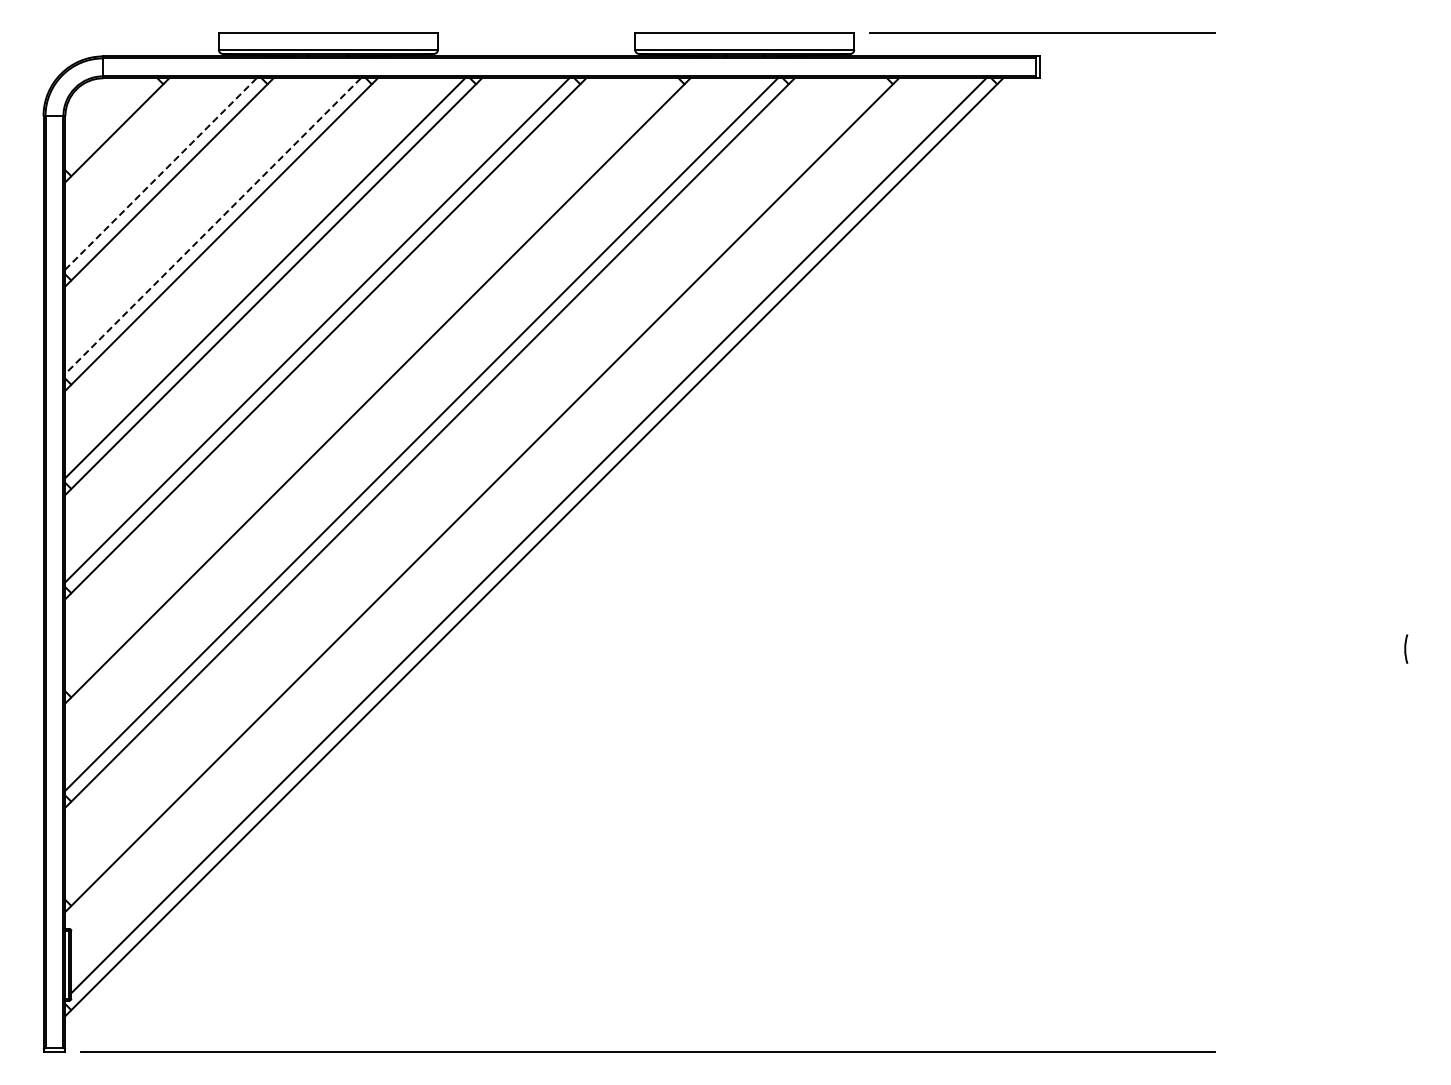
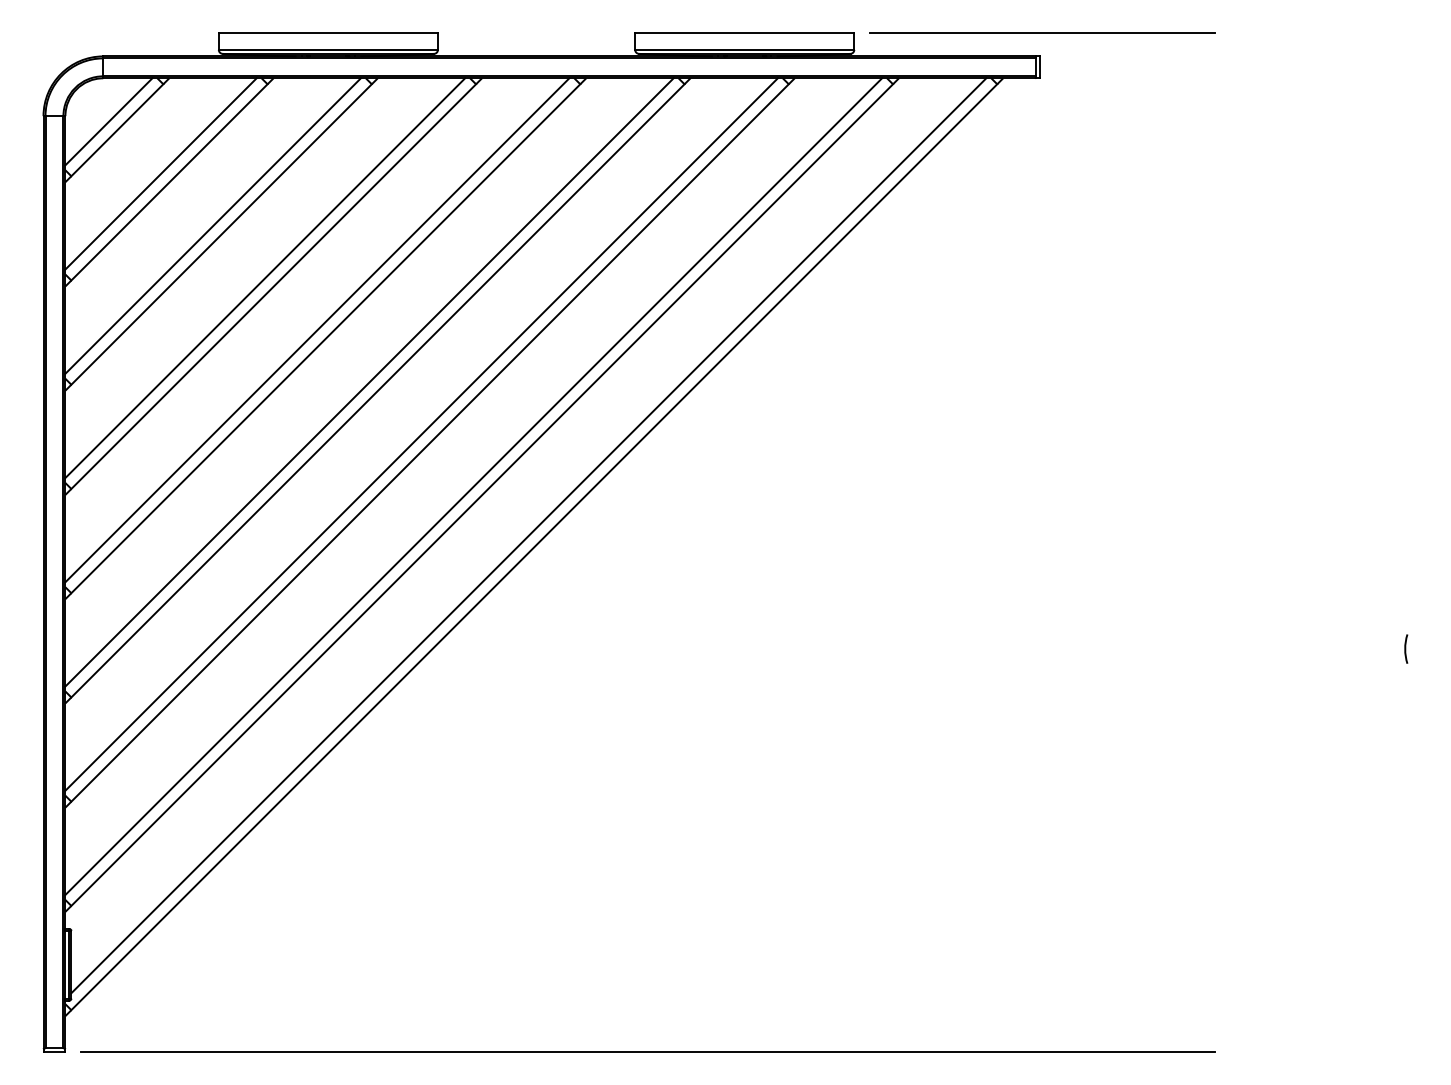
line at (108, 121): none -> present
line at (160, 174): dashed -> solid
line at (213, 226): dashed -> solid
line at (369, 382): none -> present
line at (473, 486): none -> present
